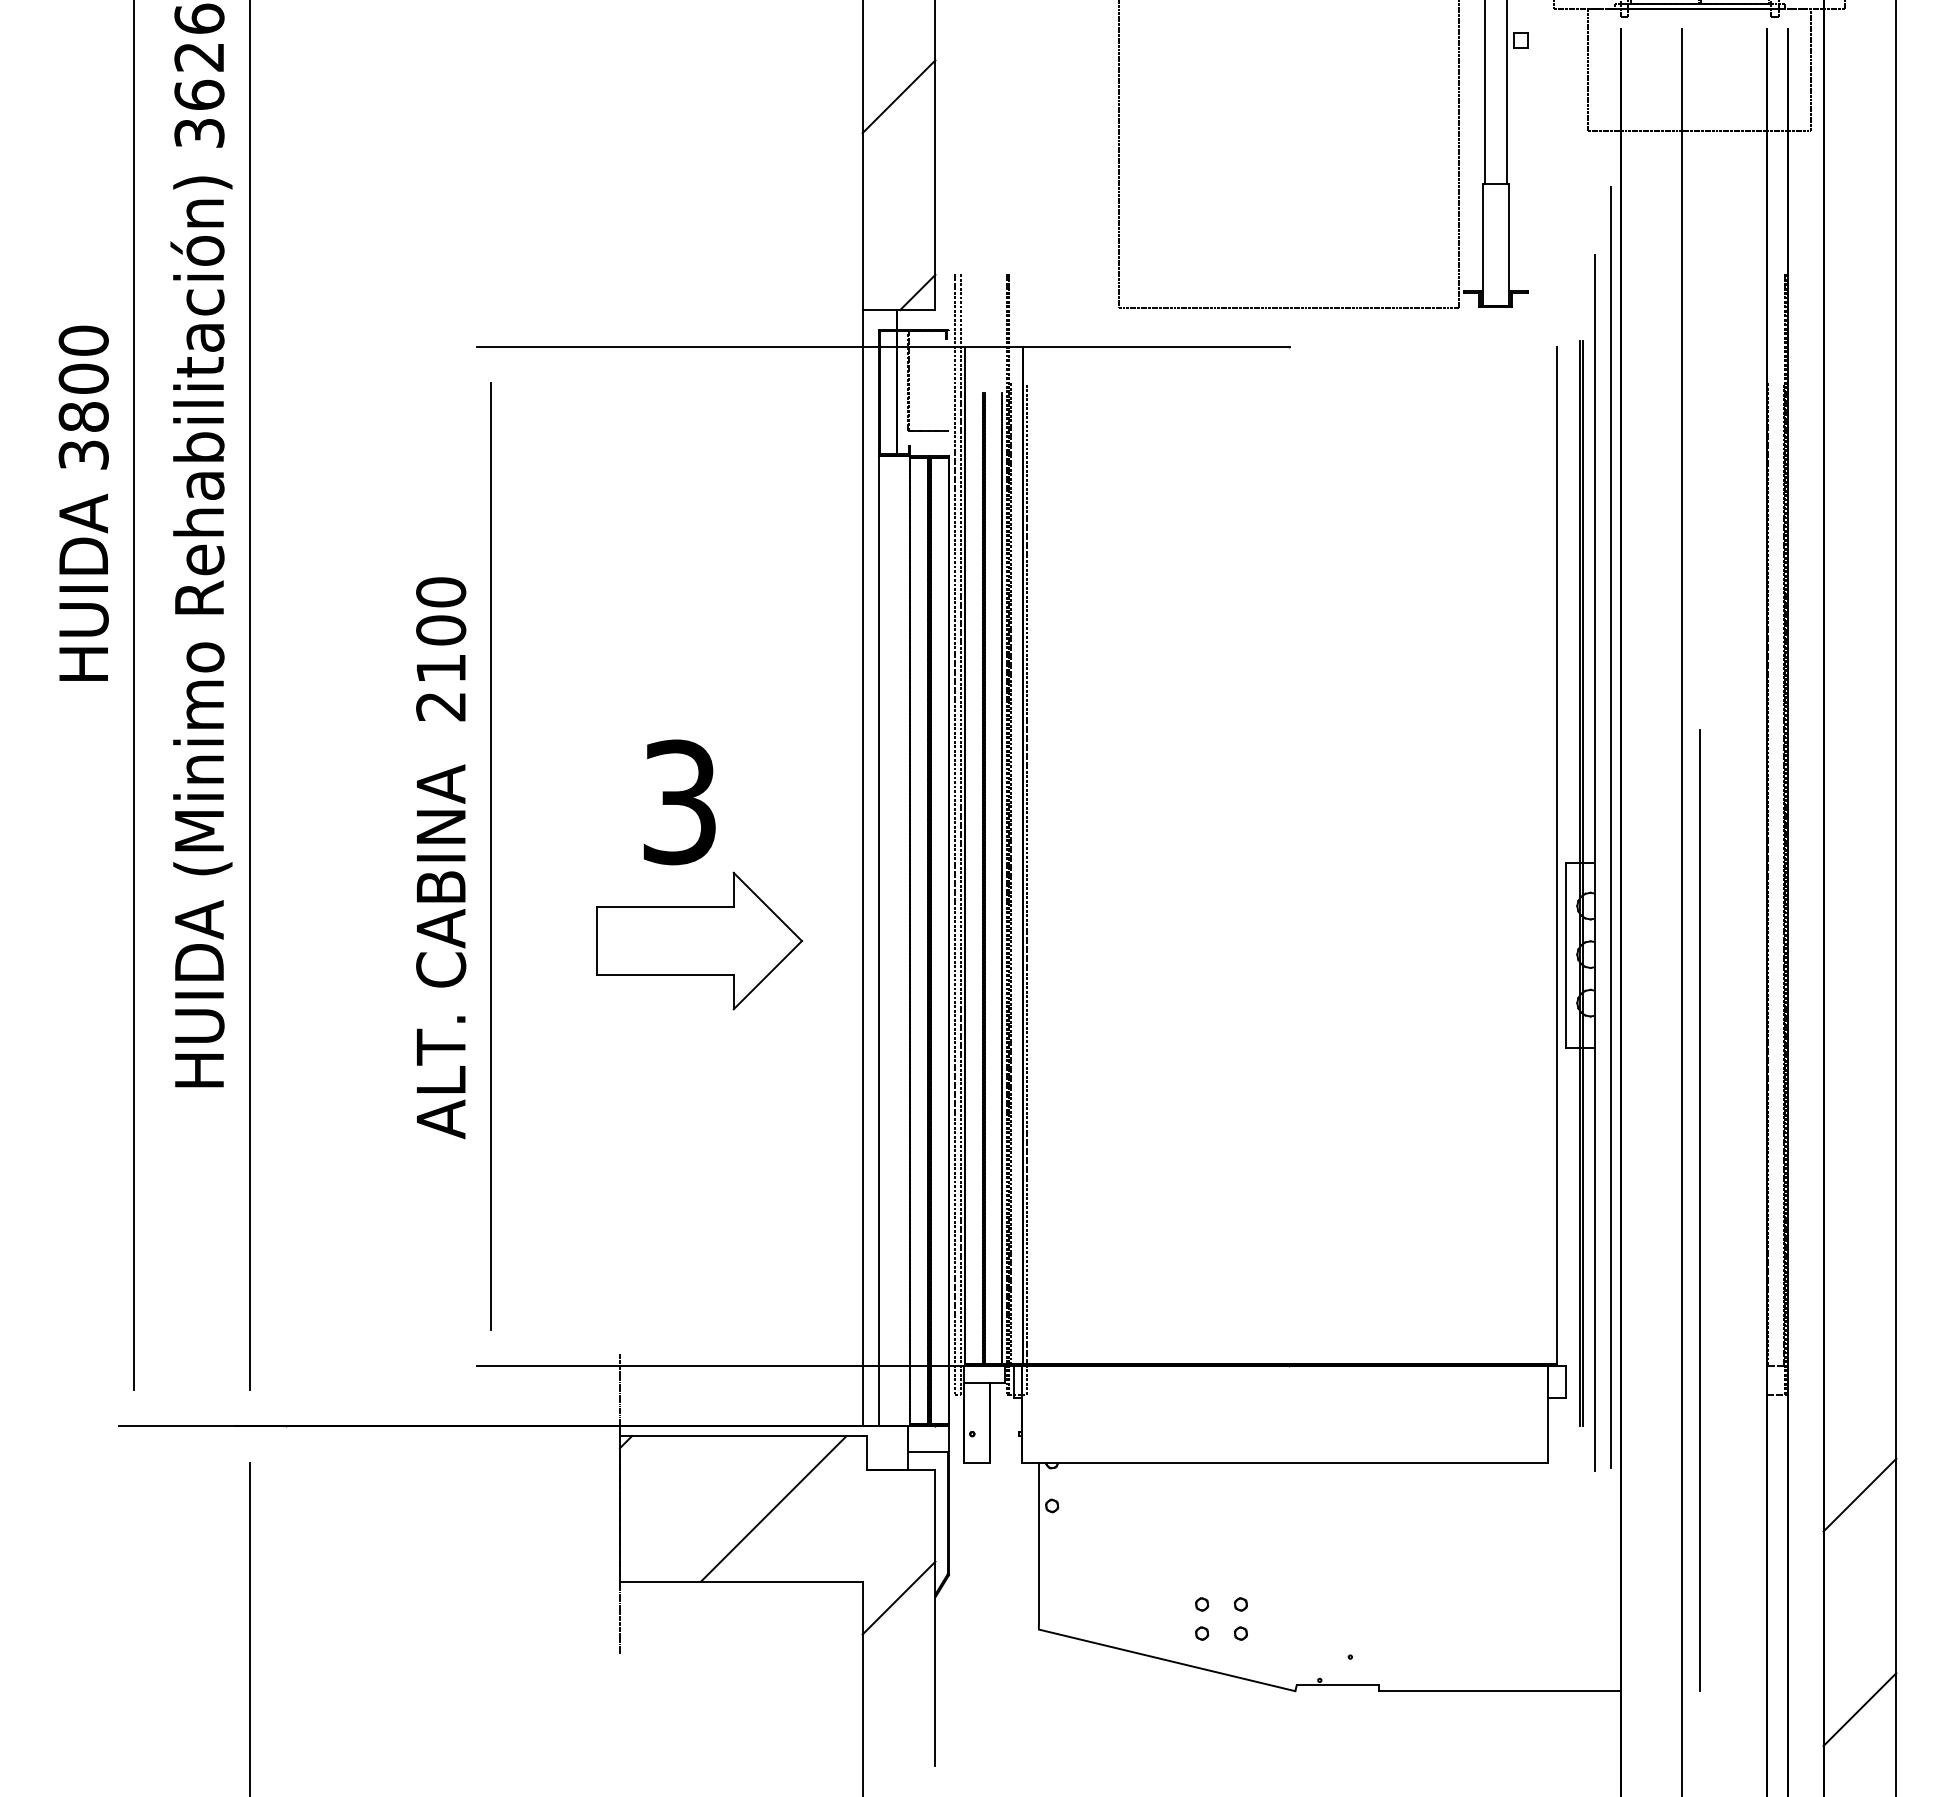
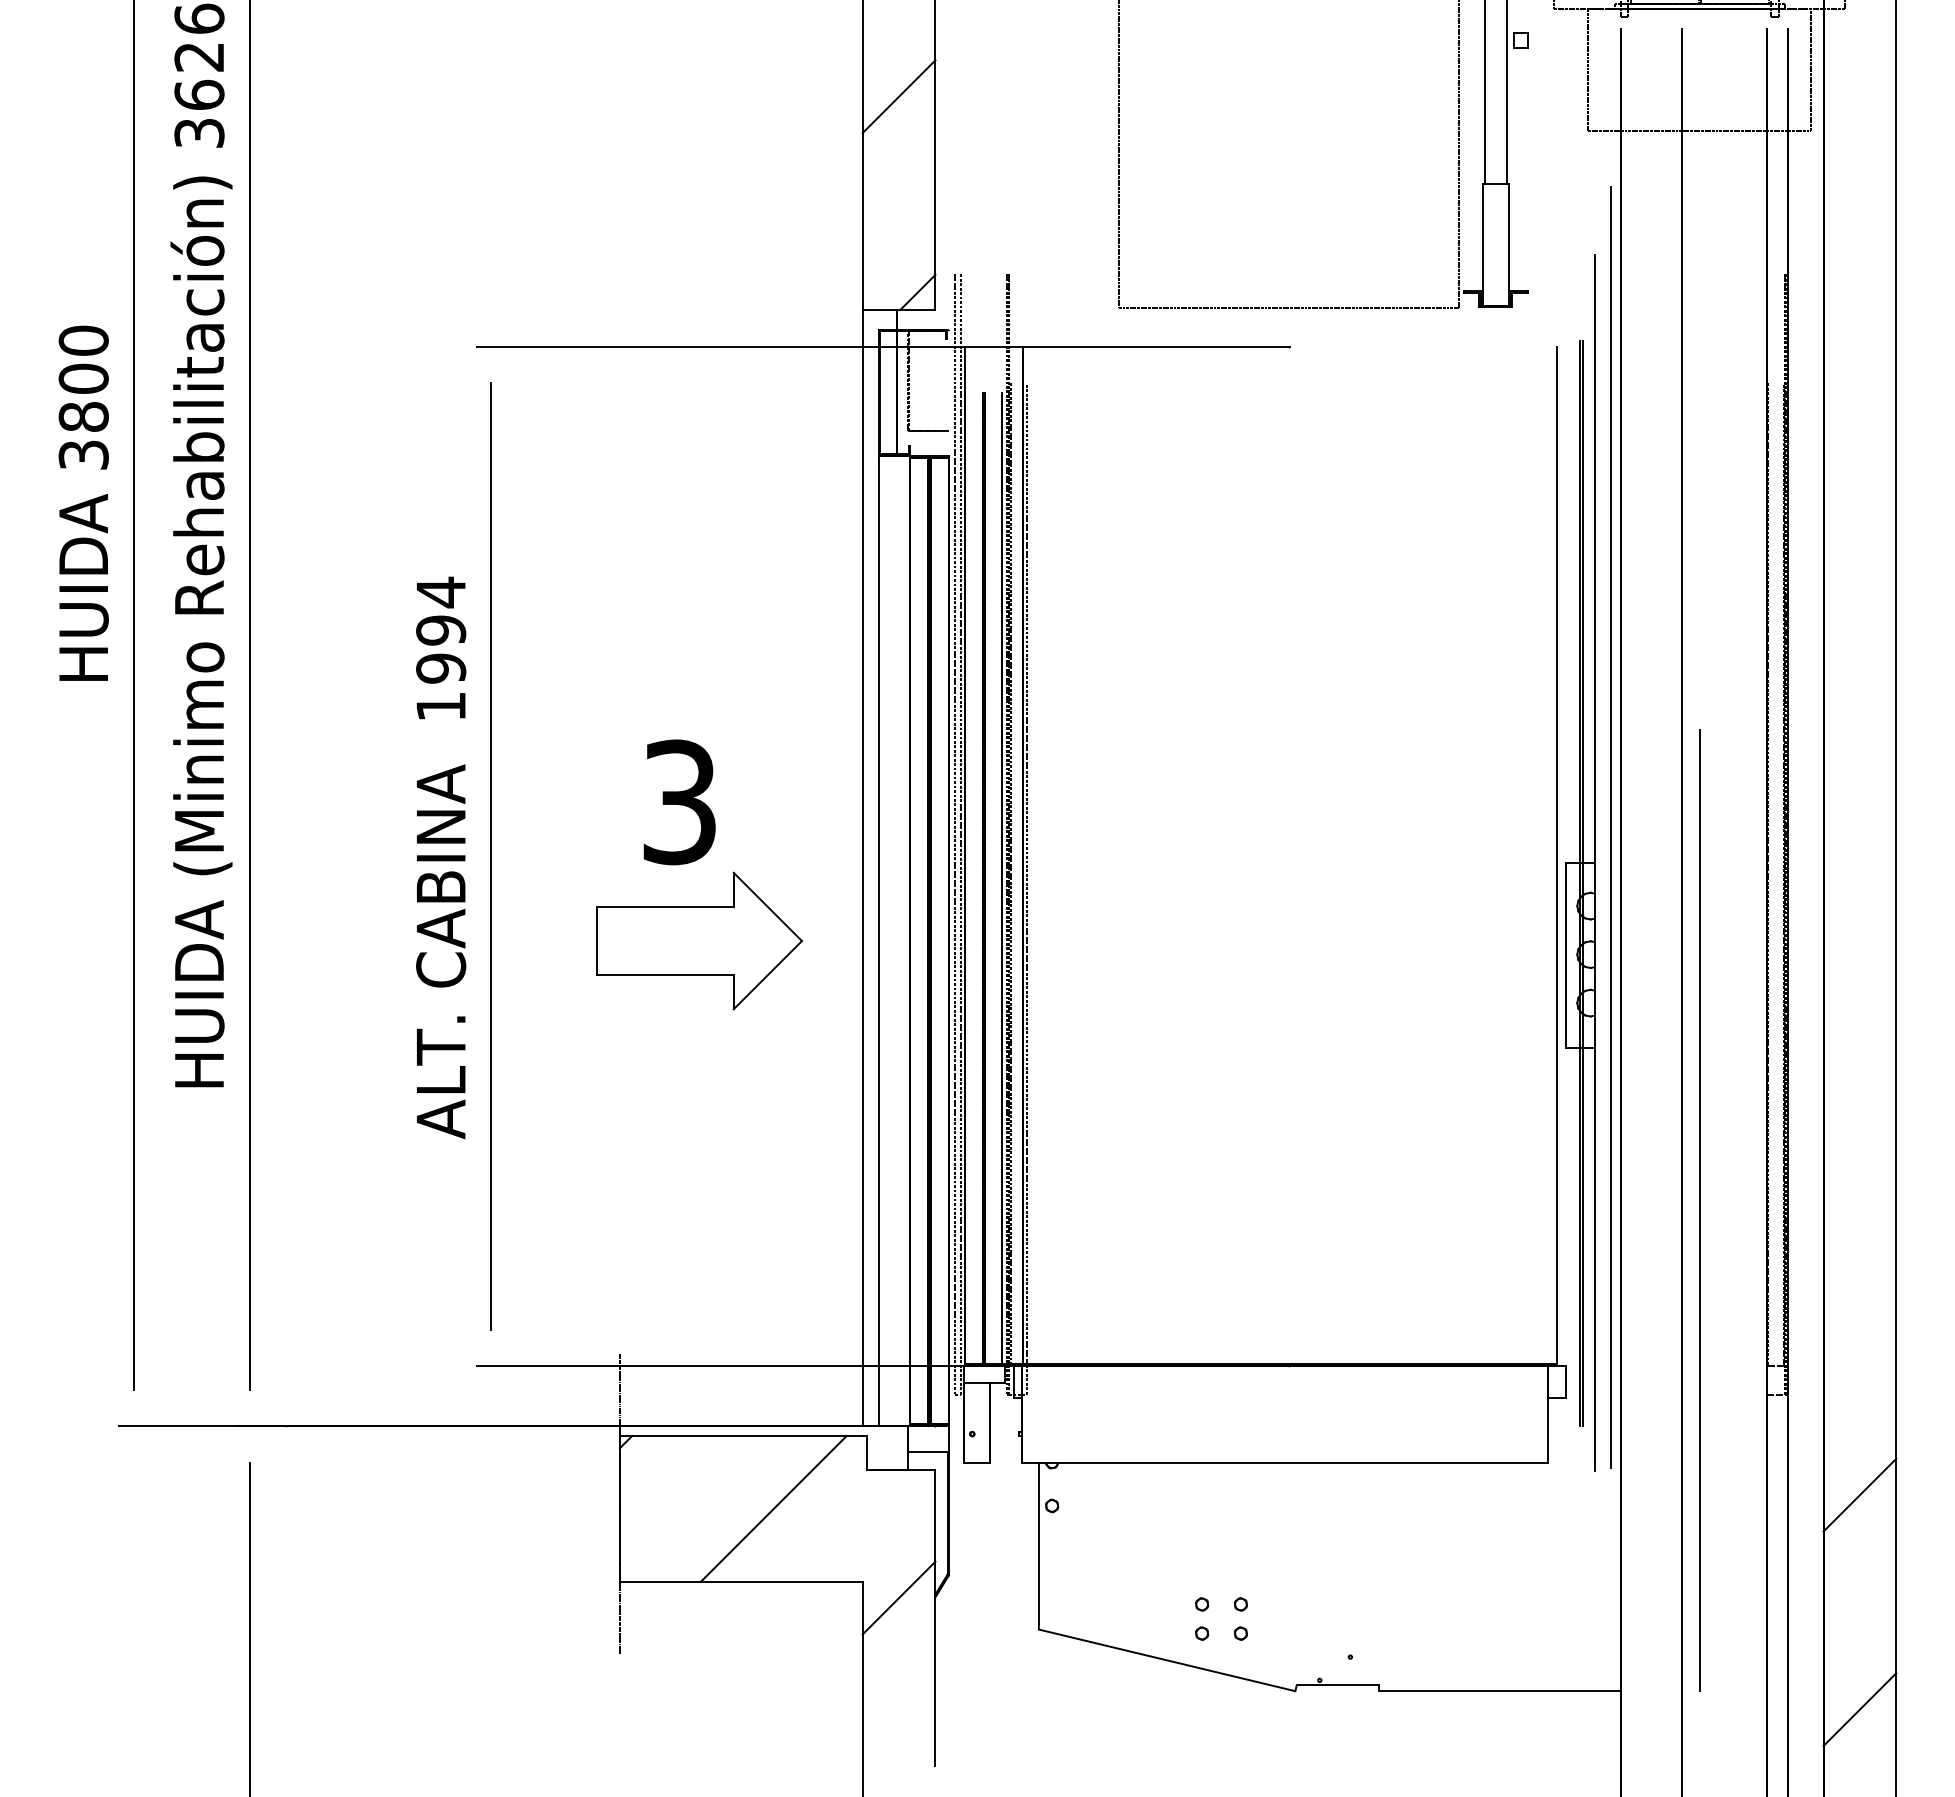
text at (441, 648): 2100 -> 1994
